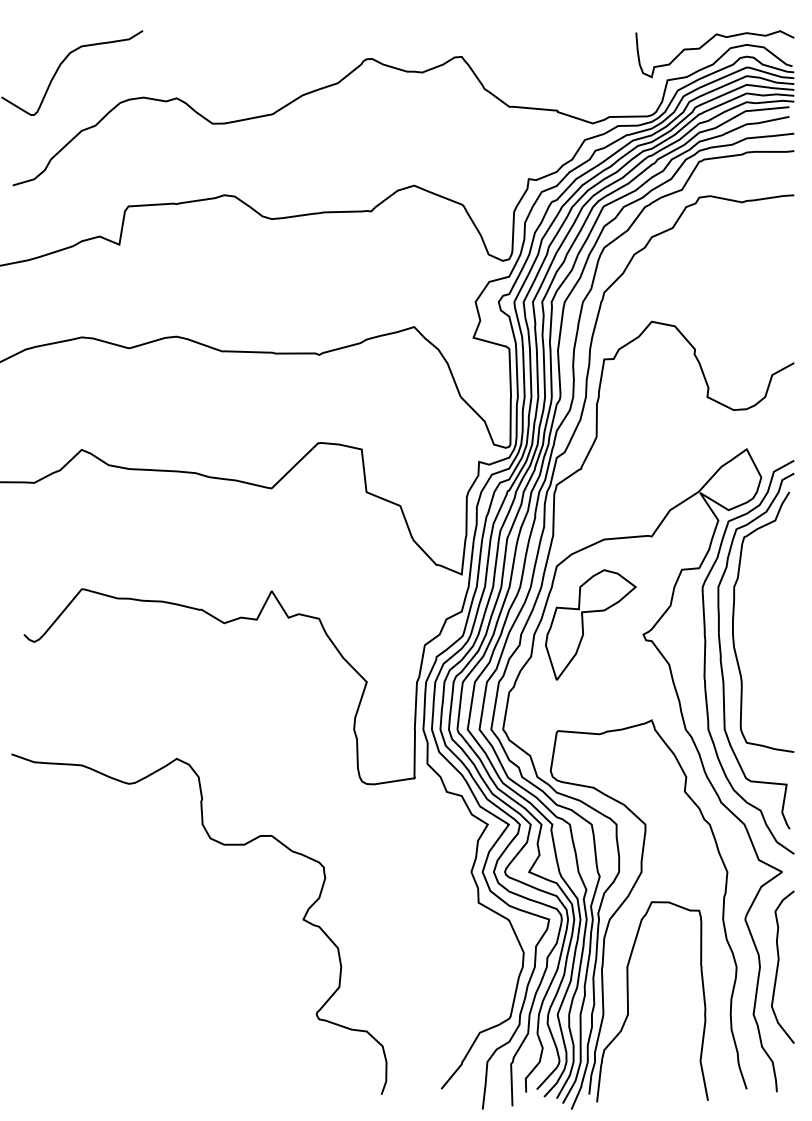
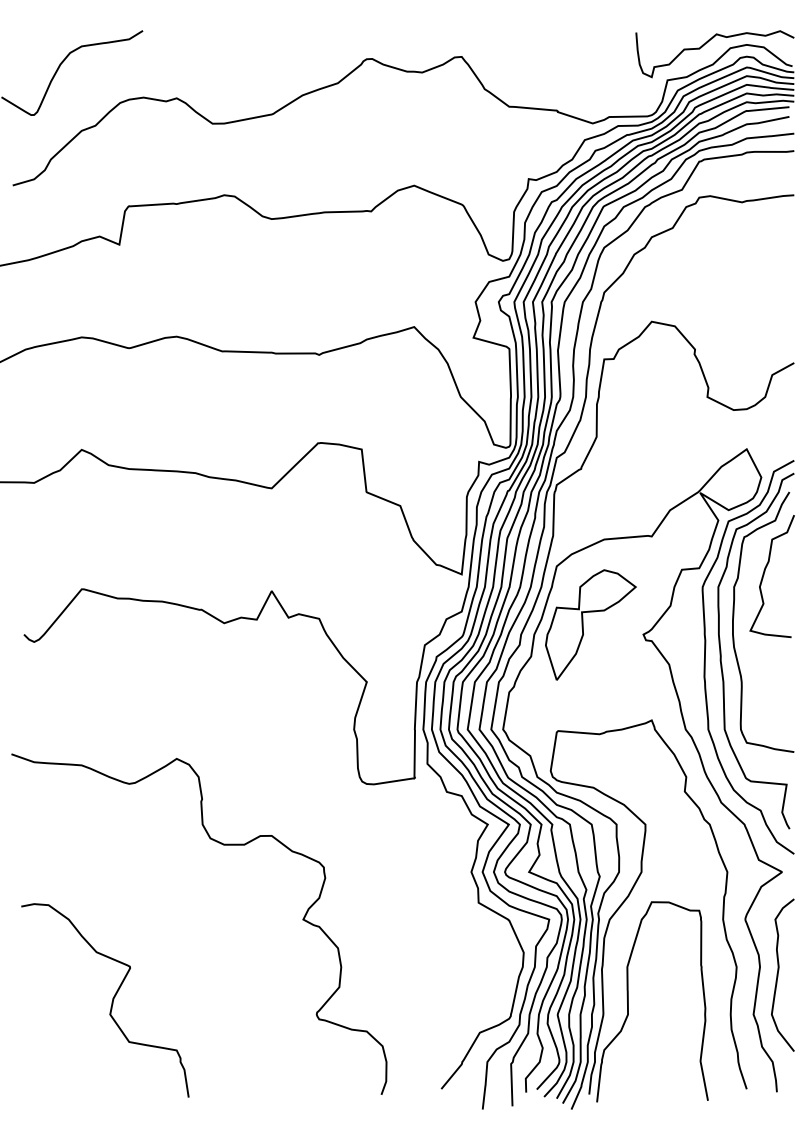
curve at (764, 575): none -> present
curve at (778, 966) position: (778, 966) -> (778, 974)
curve at (111, 1001): none -> present
